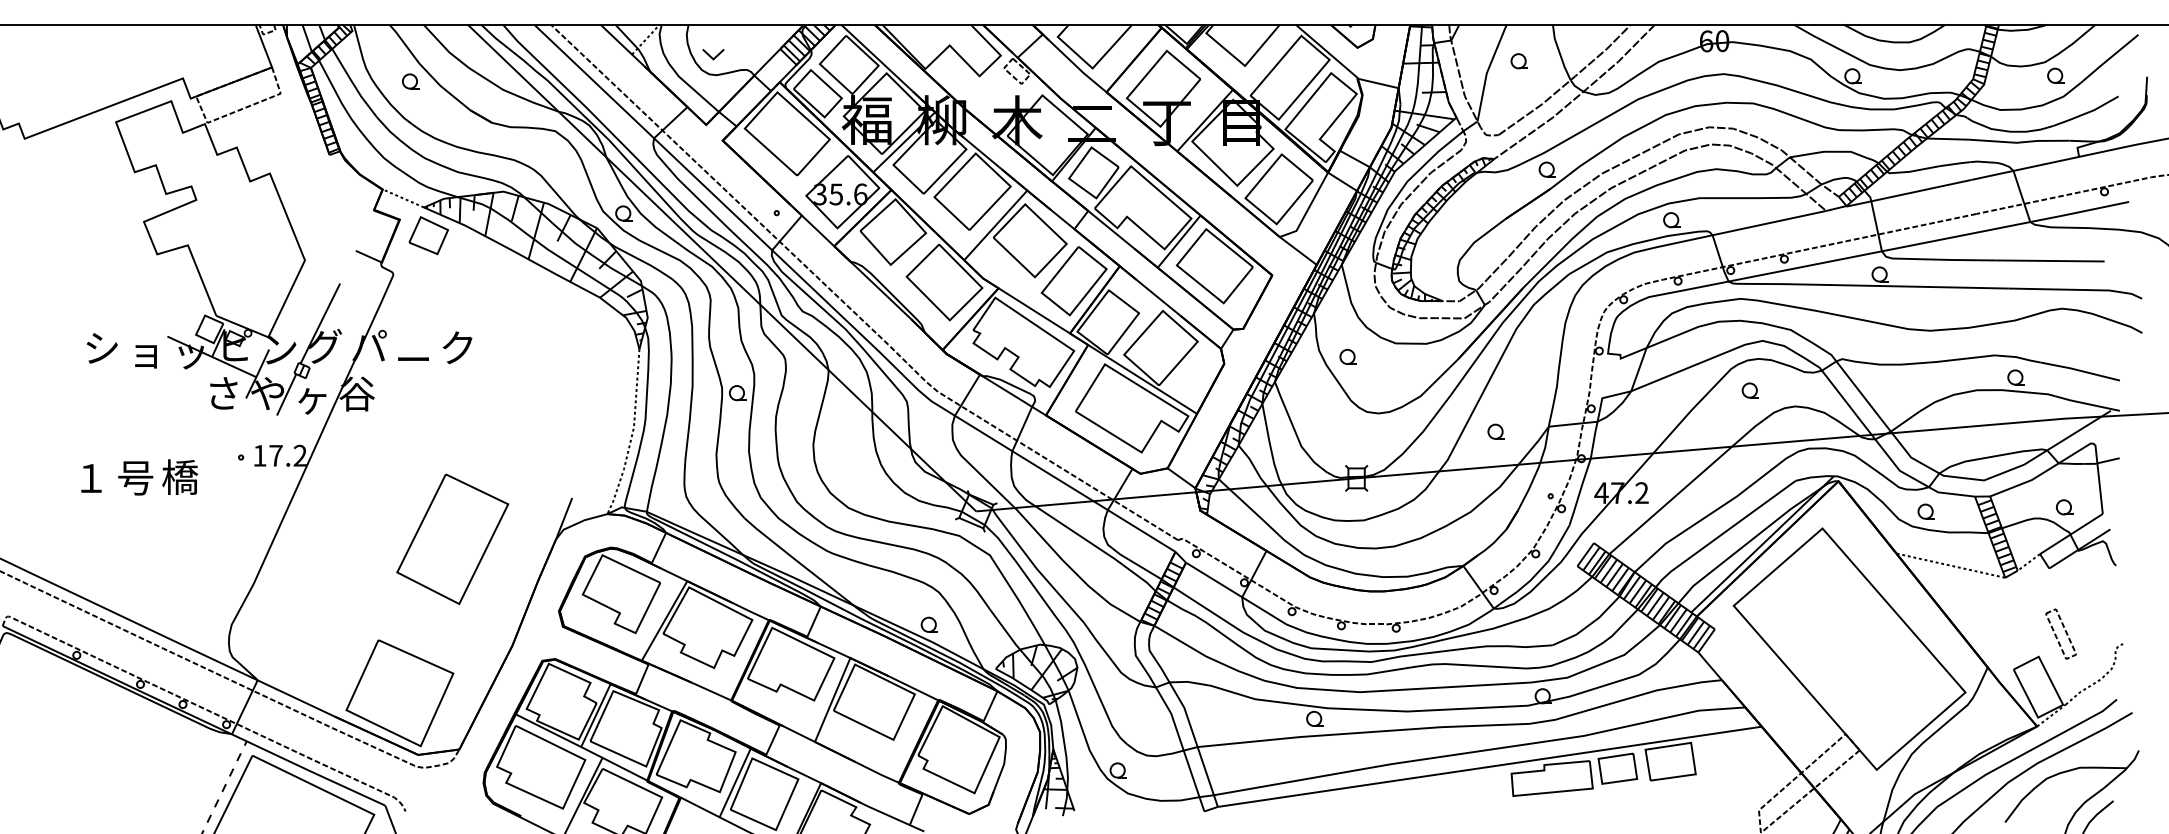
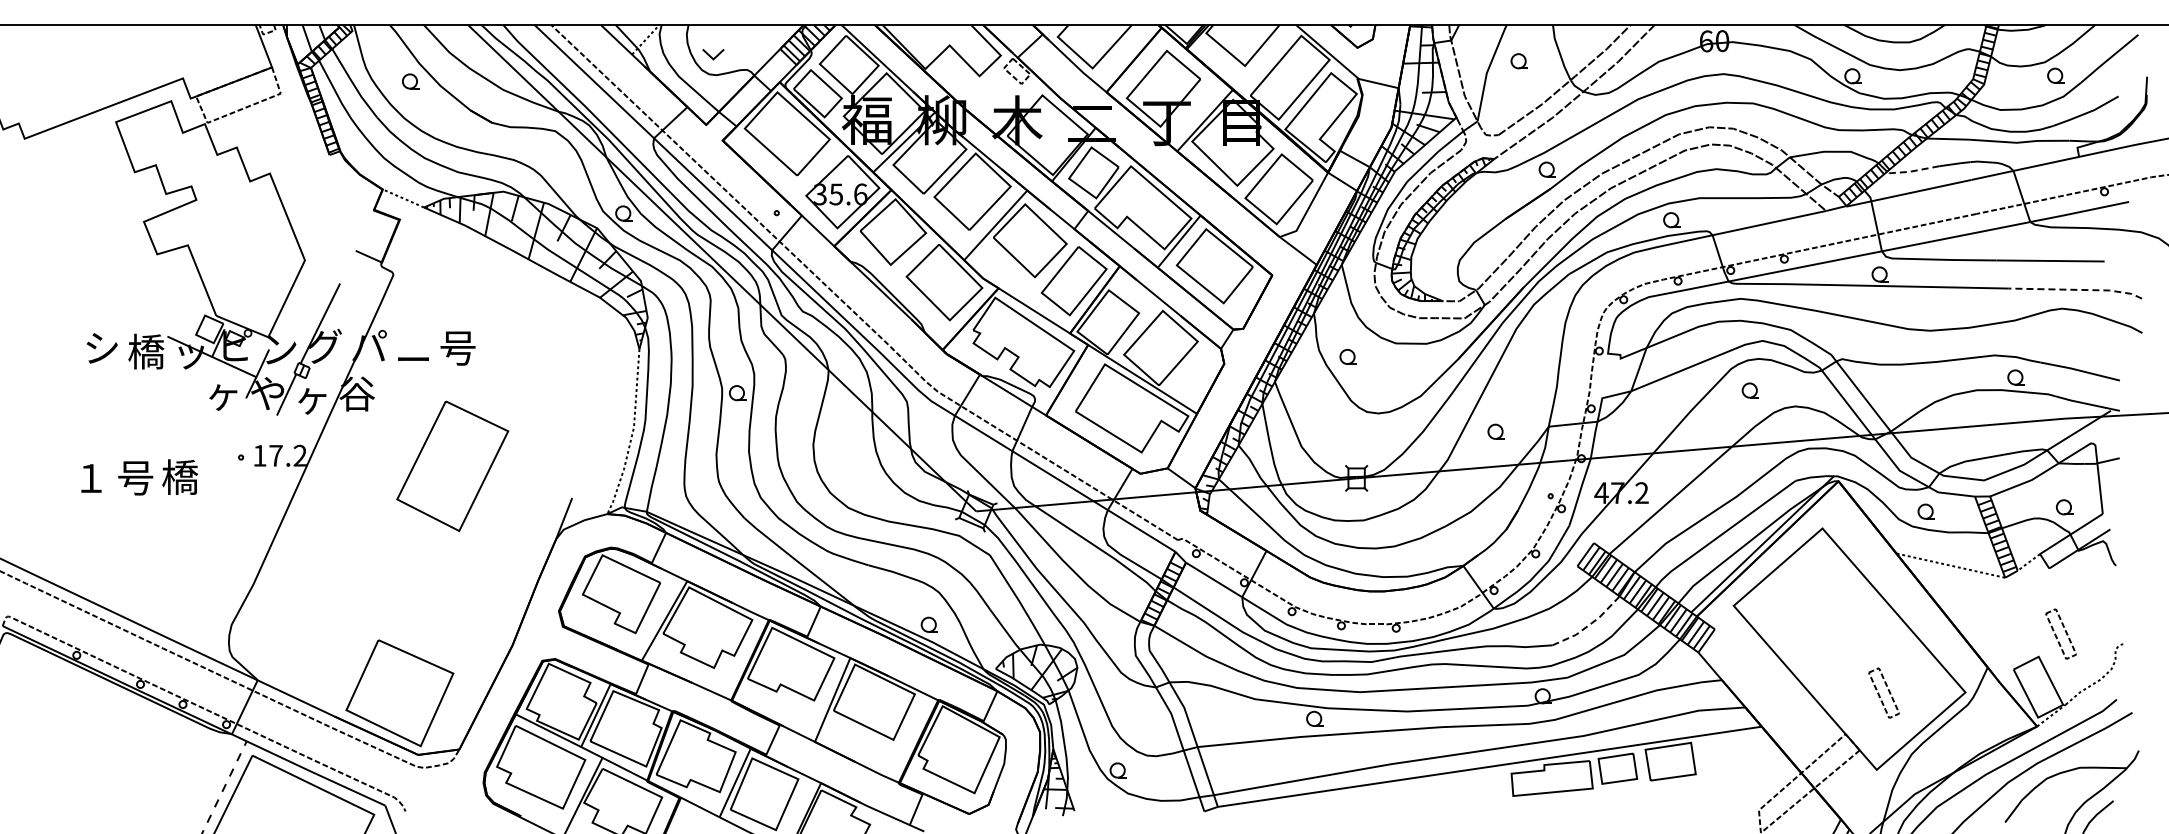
line at (1912, 171): solid -> dashed
part at (428, 235): present -> none
line at (2077, 289): solid -> dashed
text at (457, 348): ク -> 号
text at (146, 351): ョ -> 橋
text at (223, 393): さ -> ヶ
part at (452, 539) position: (452, 539) -> (452, 466)
line at (1589, 624): solid -> dashed
part at (1883, 692): none -> present
